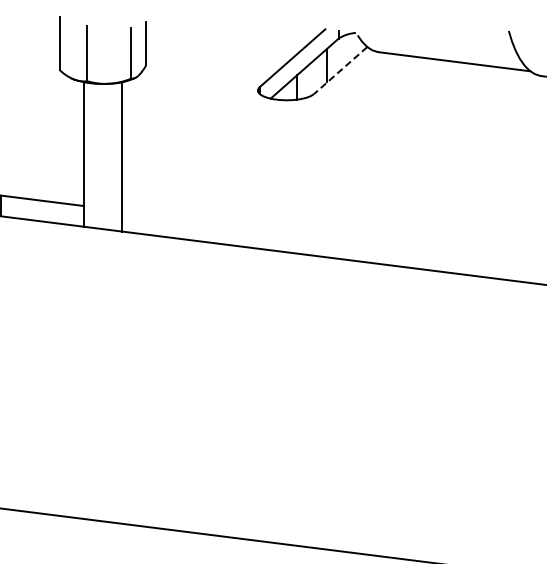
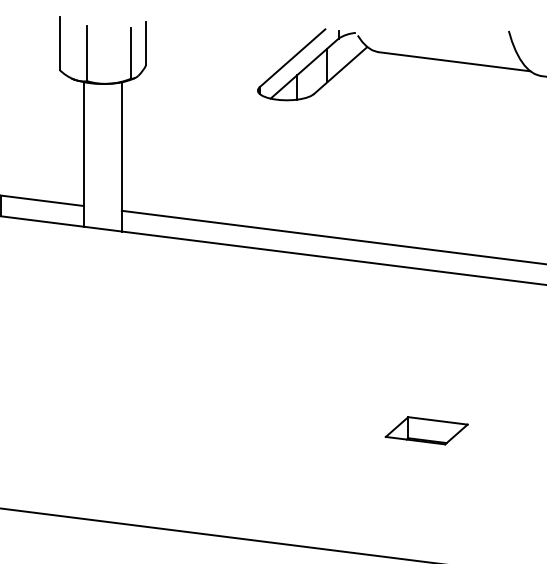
line at (340, 70): dashed -> solid
line at (332, 236): none -> present
part at (426, 430): none -> present
